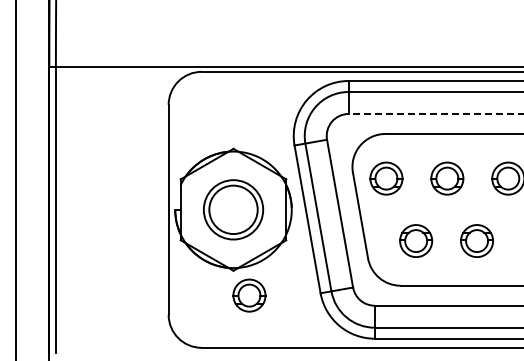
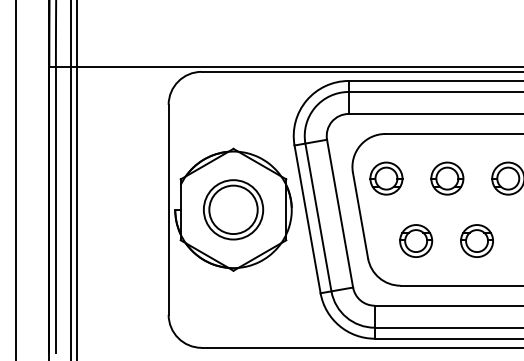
line at (435, 113): dashed -> solid
line at (70, 179): none -> present
line at (77, 179): none -> present
part at (249, 295): present -> none
